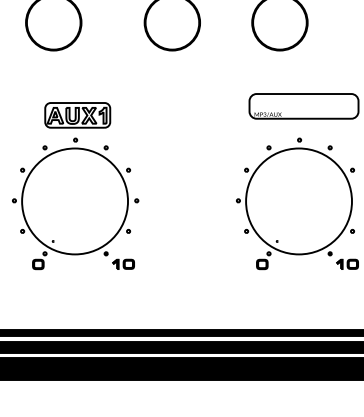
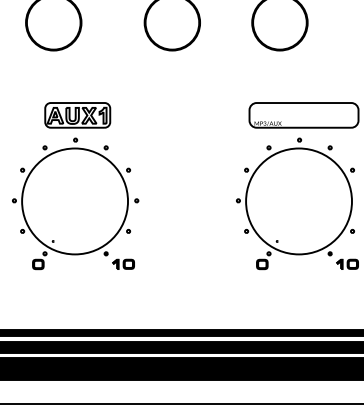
part at (303, 106) position: (303, 106) -> (303, 115)
line at (181, 403): none -> present
